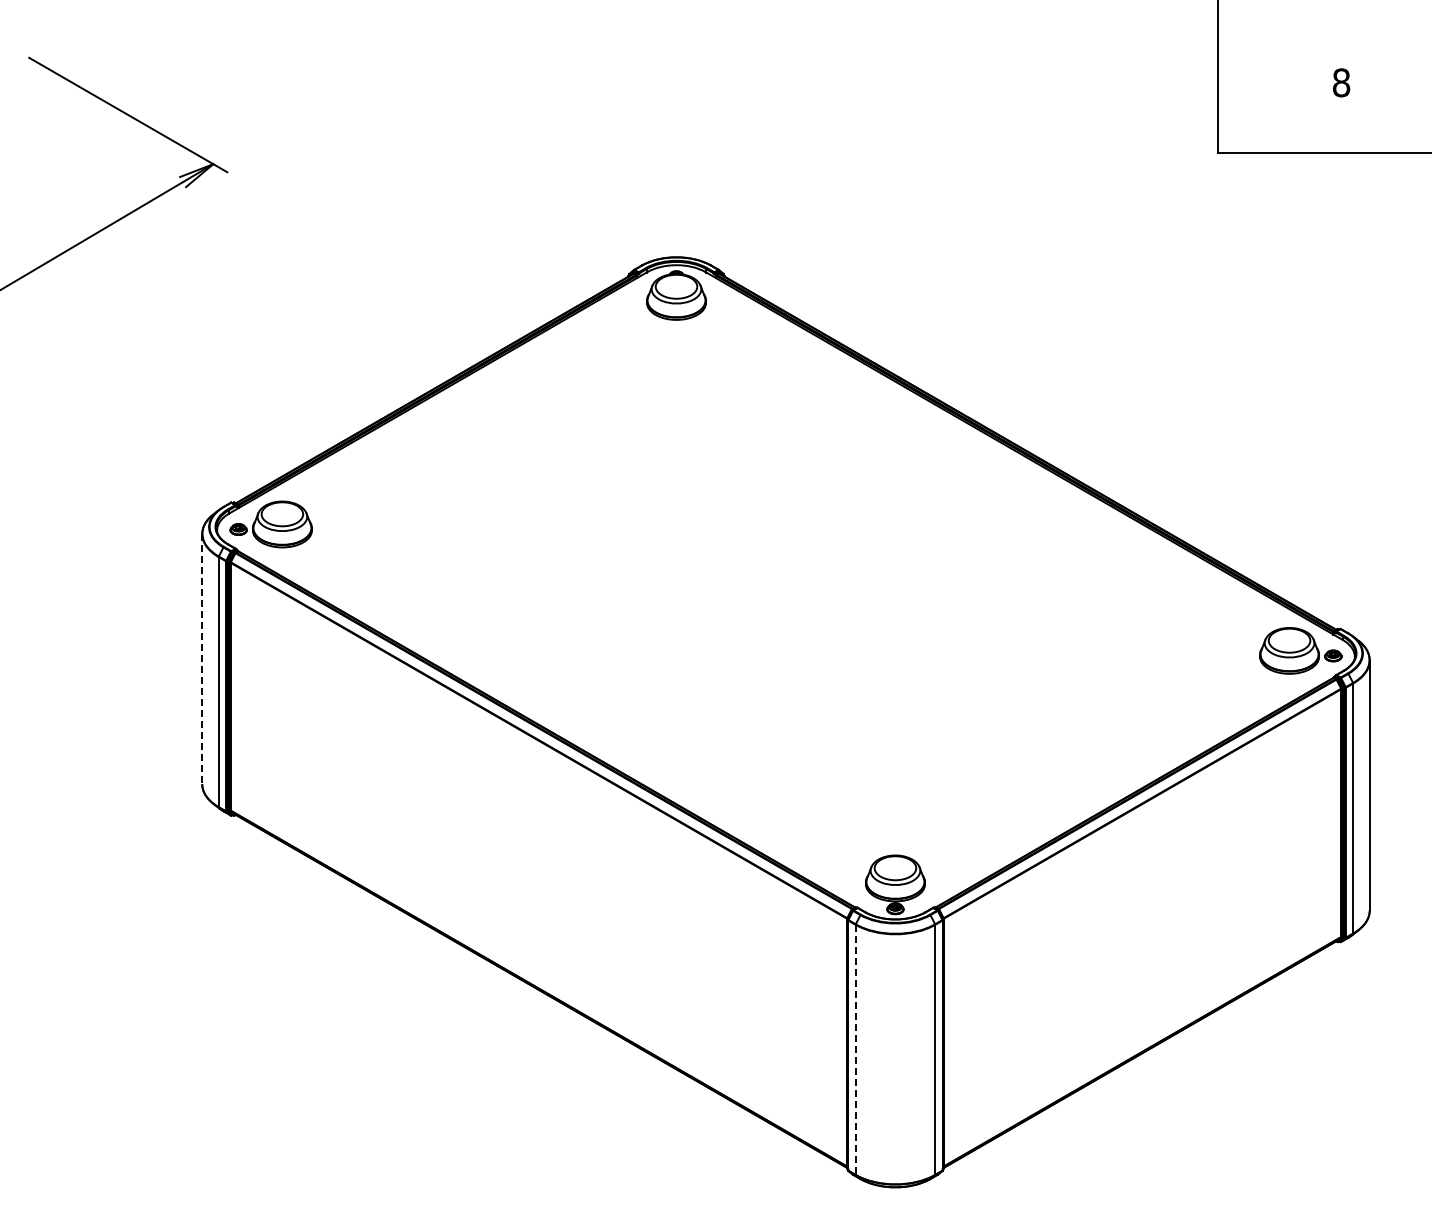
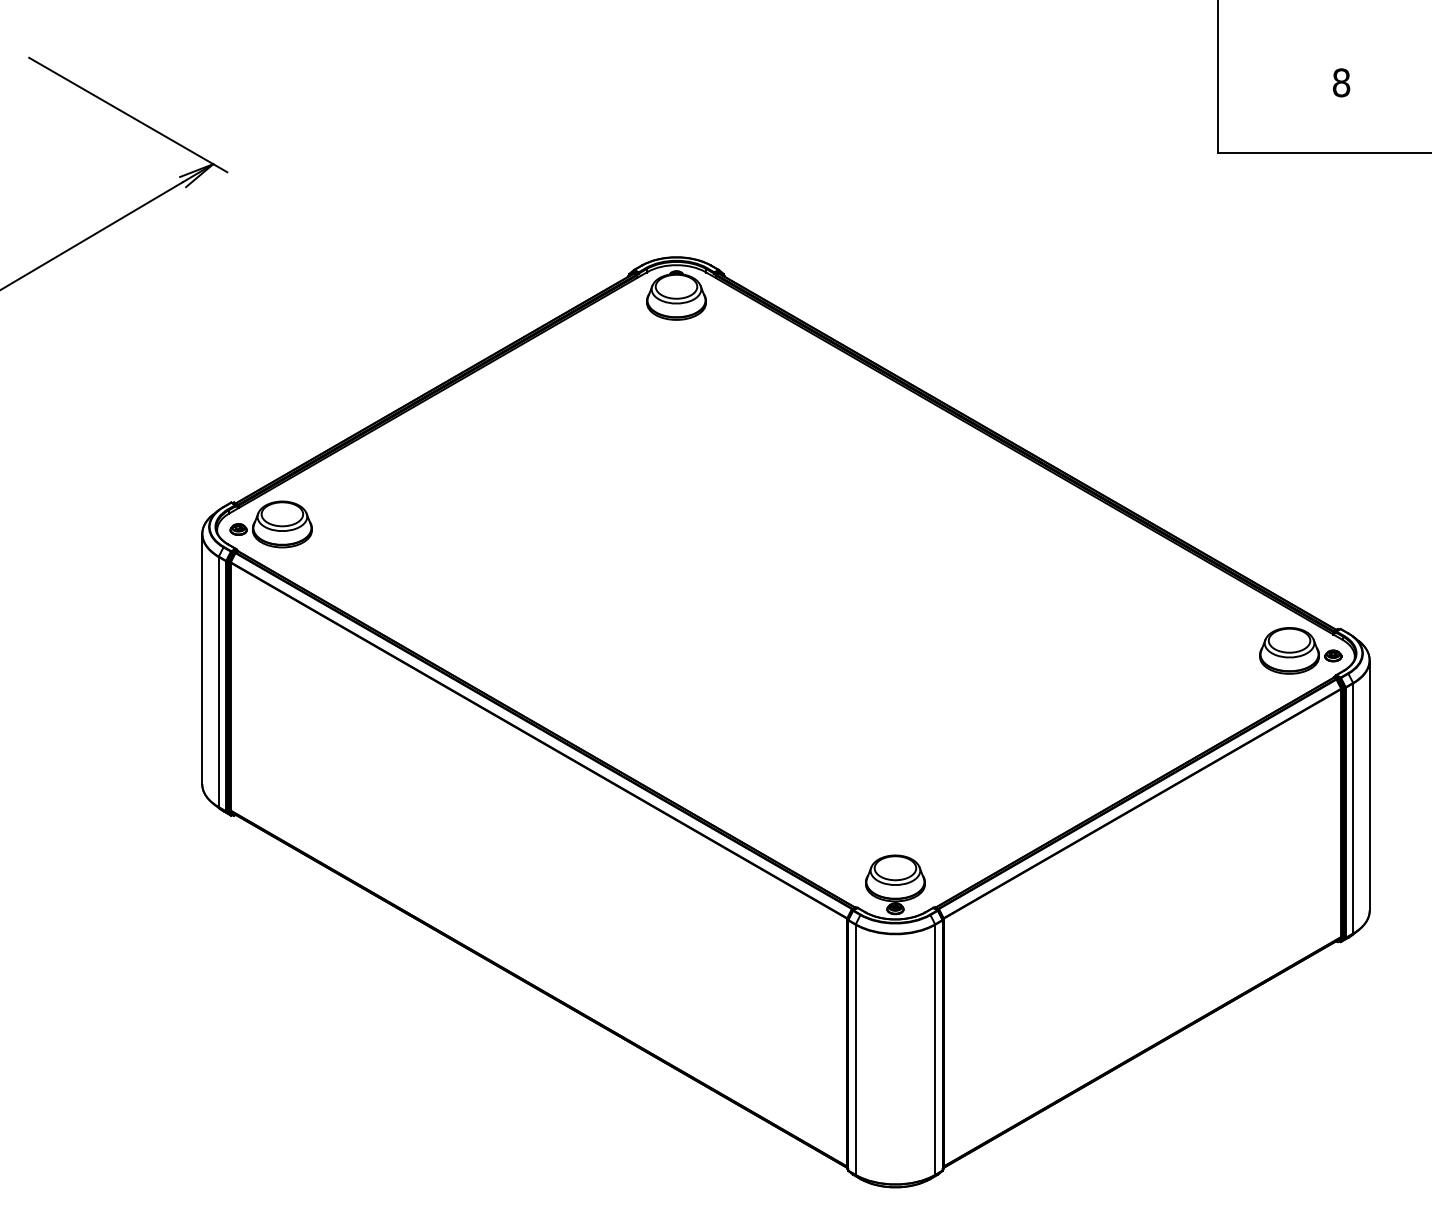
line at (202, 659): dashed -> solid
line at (855, 1050): dashed -> solid
